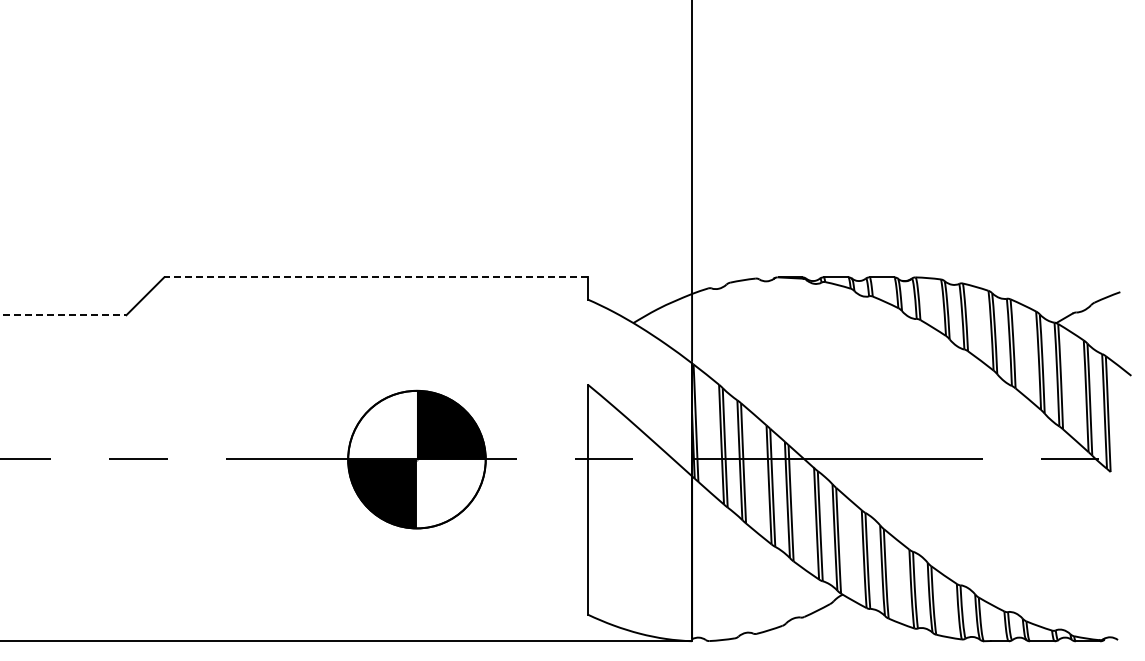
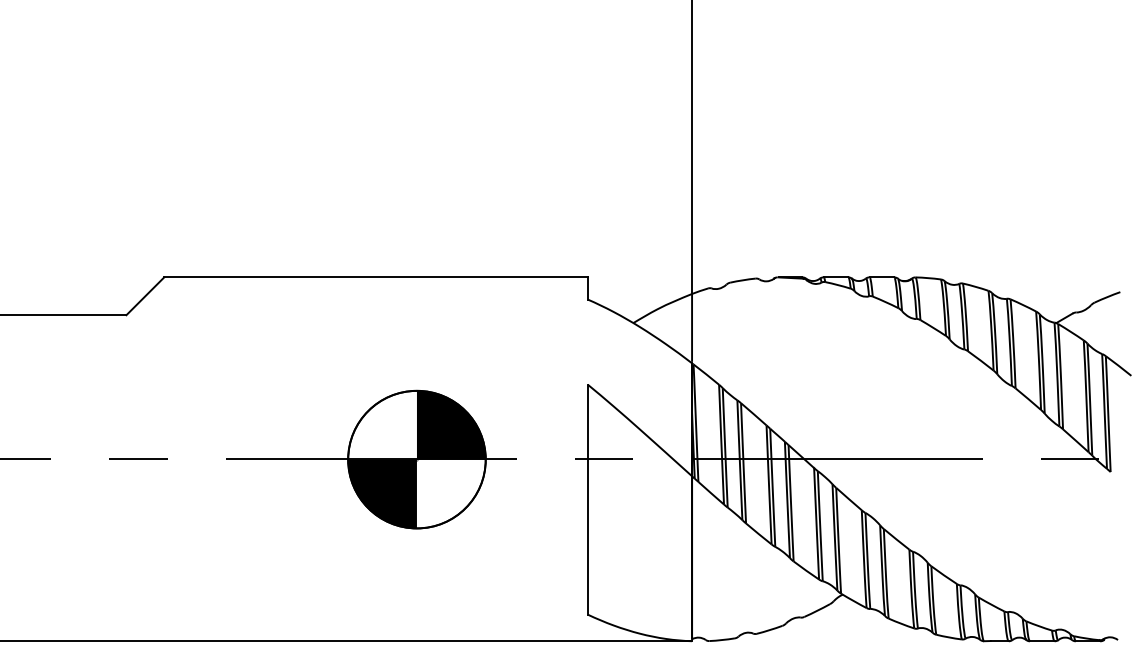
line at (376, 277): dashed -> solid
line at (63, 315): dashed -> solid
